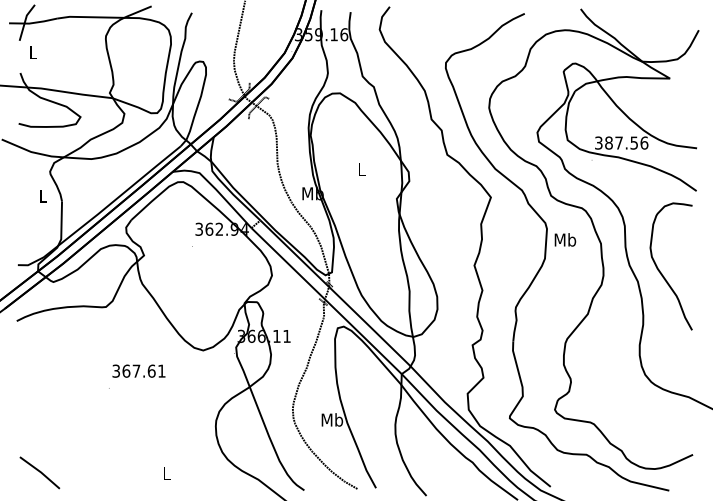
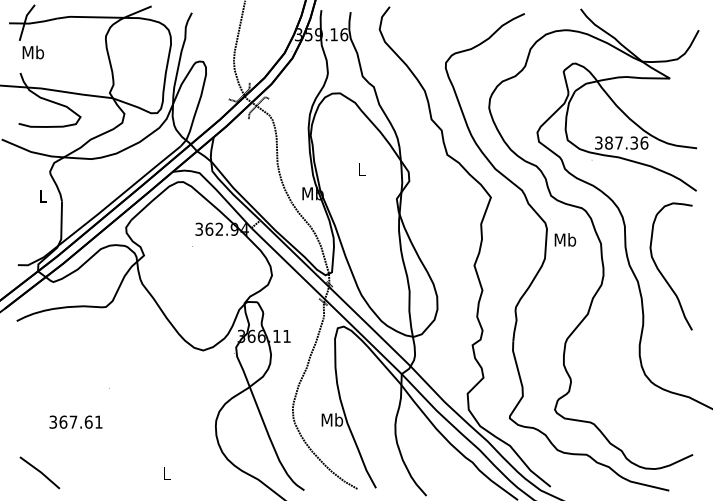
text at (33, 52): L -> Mb
text at (633, 142): 387.56 -> 387.36
text at (138, 370) position: (138, 370) -> (75, 421)
